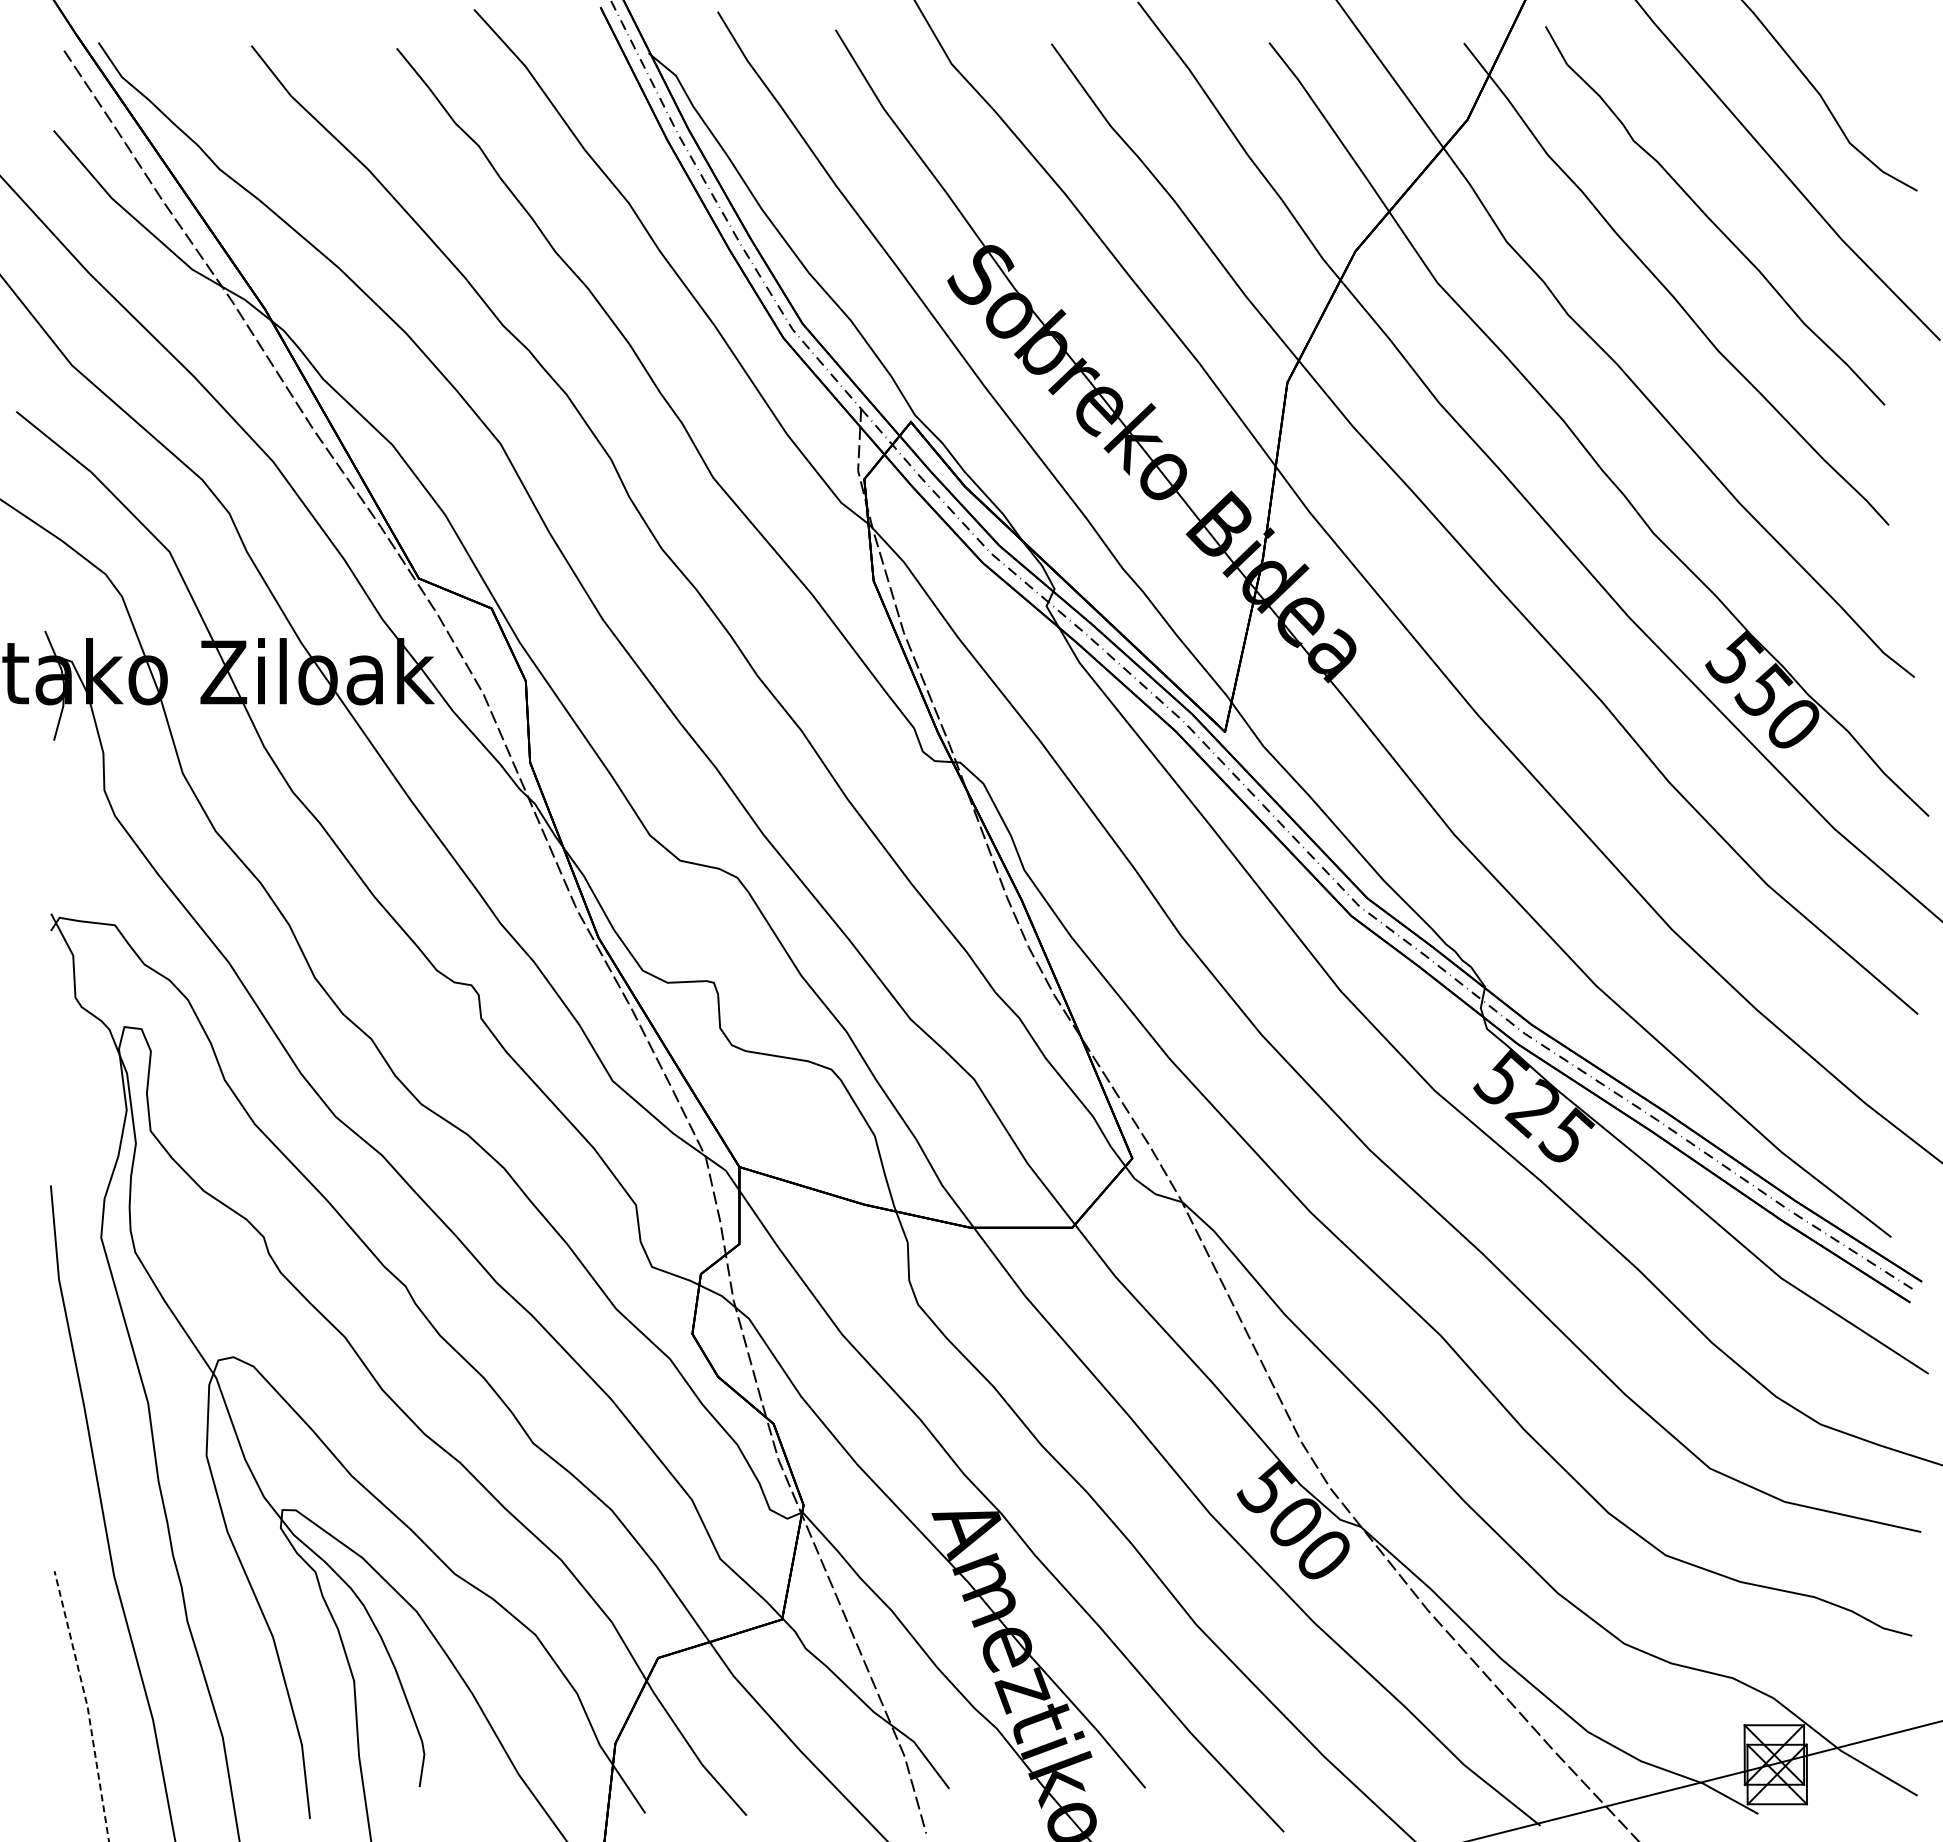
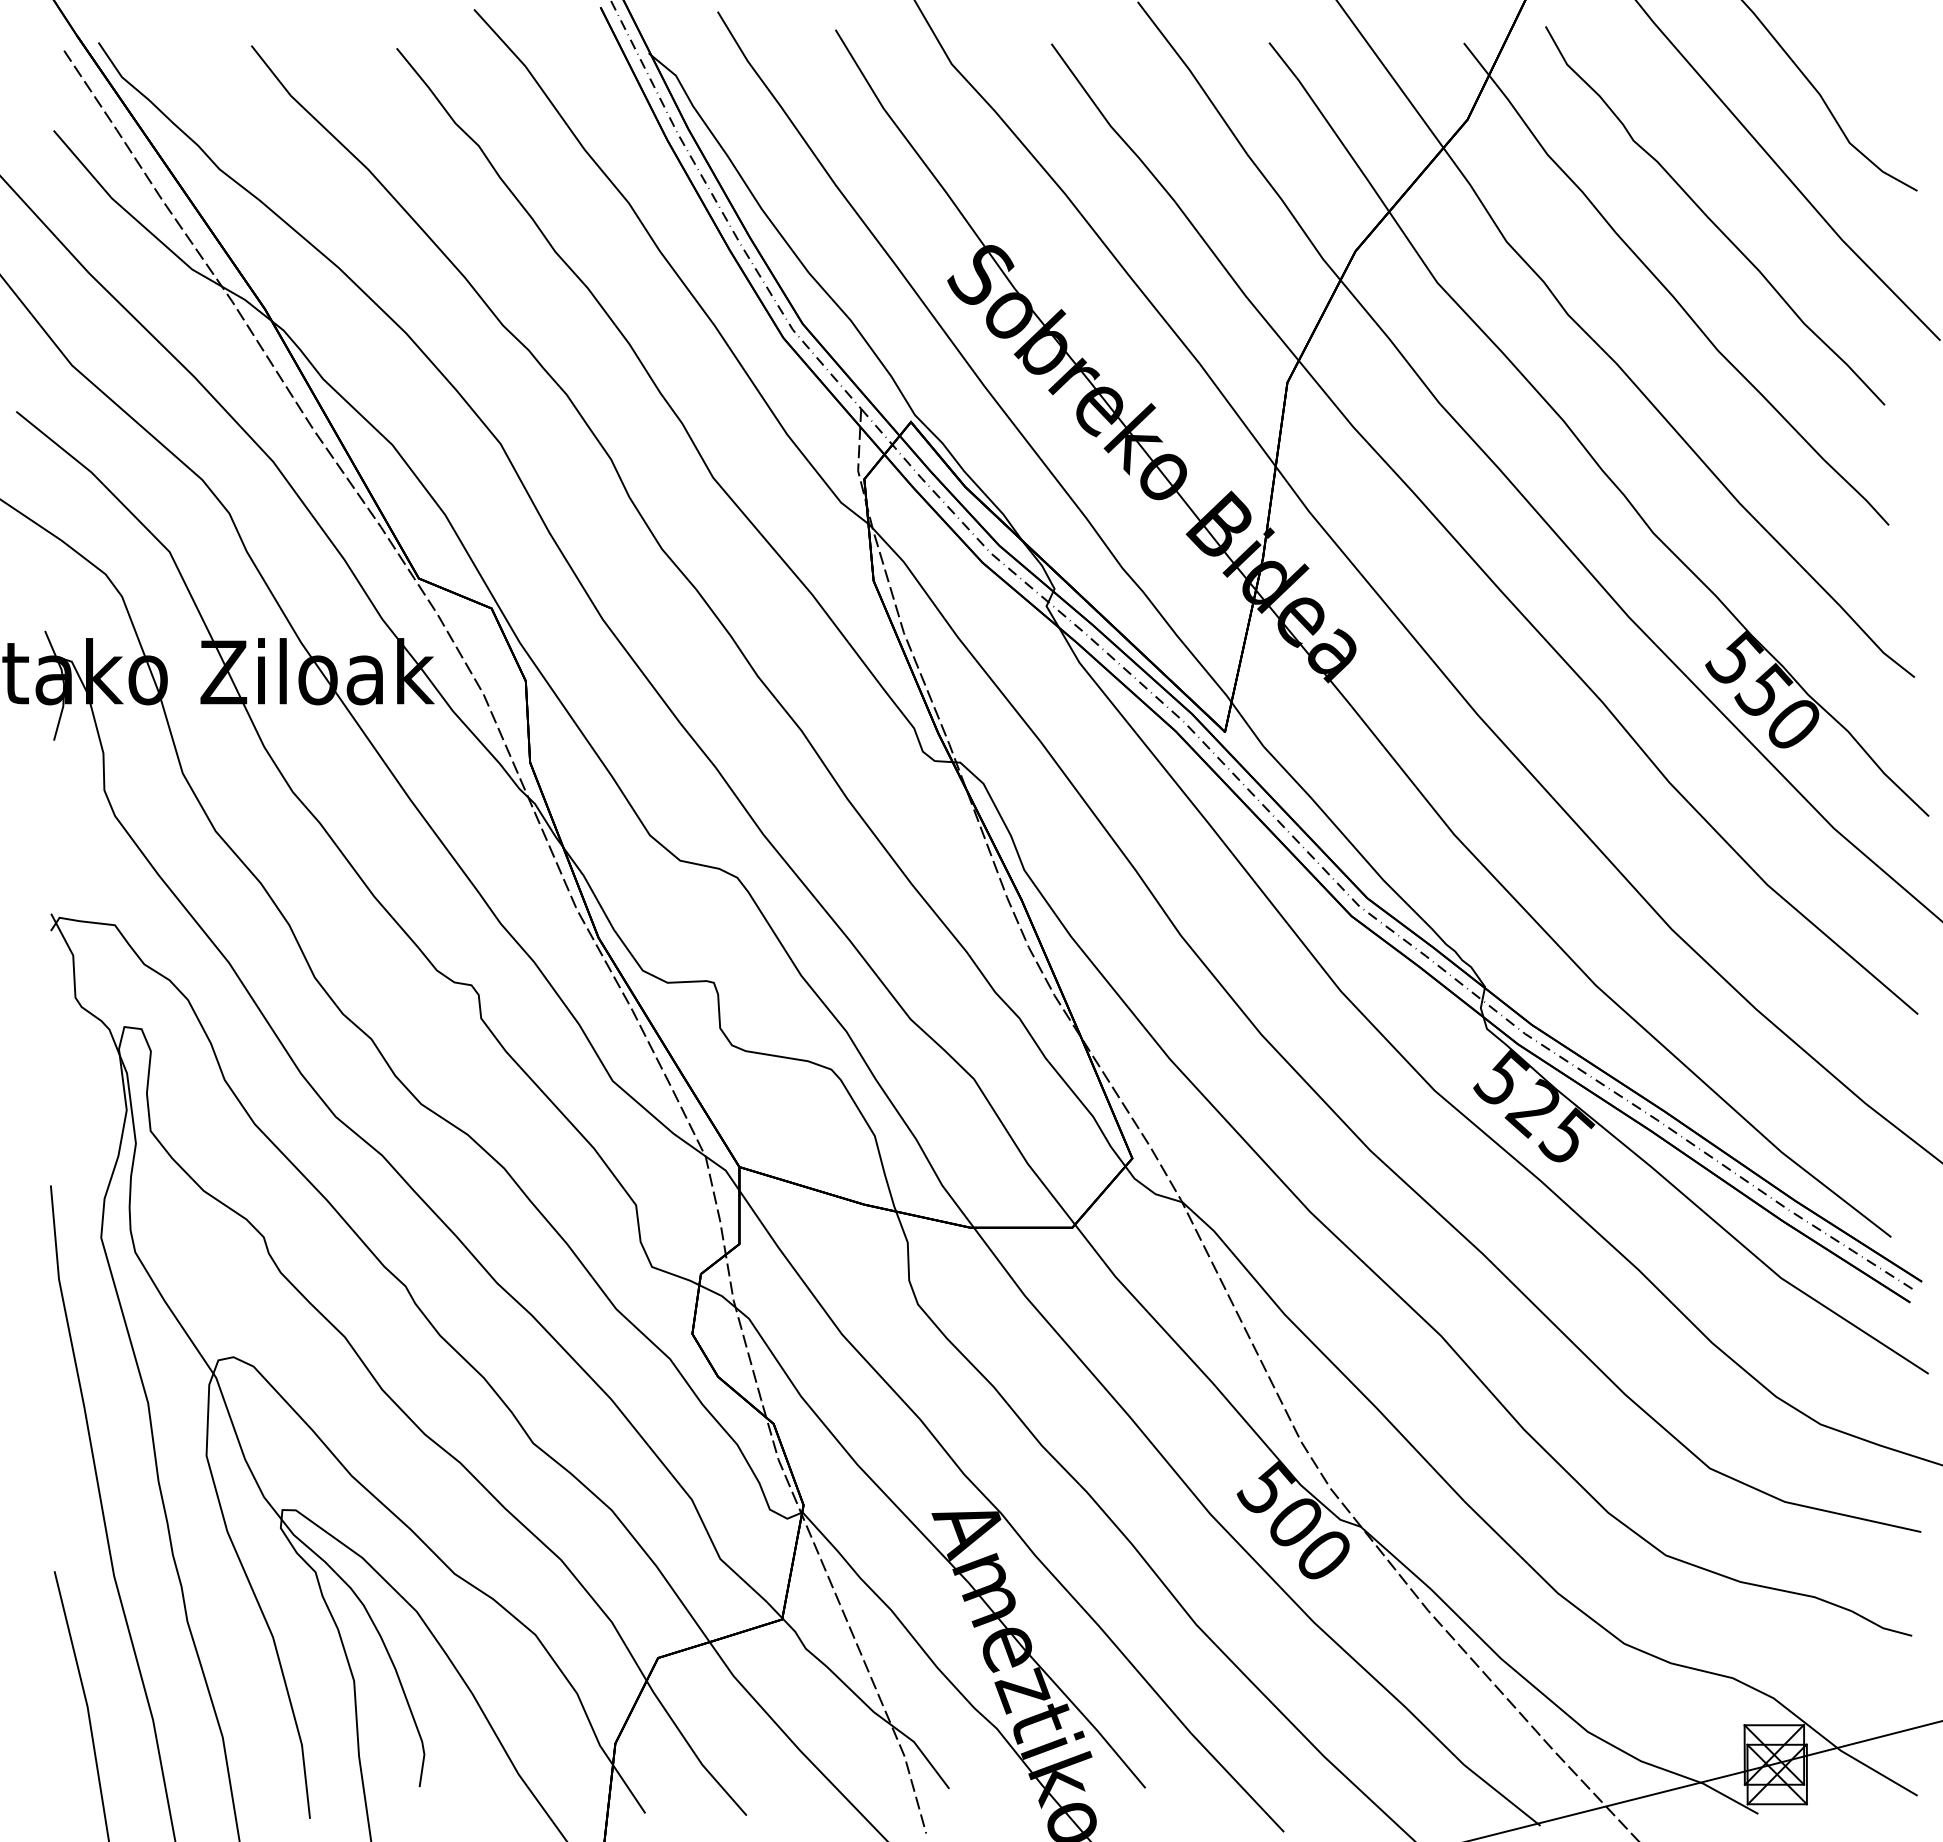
line at (87, 1705): dashed -> solid
